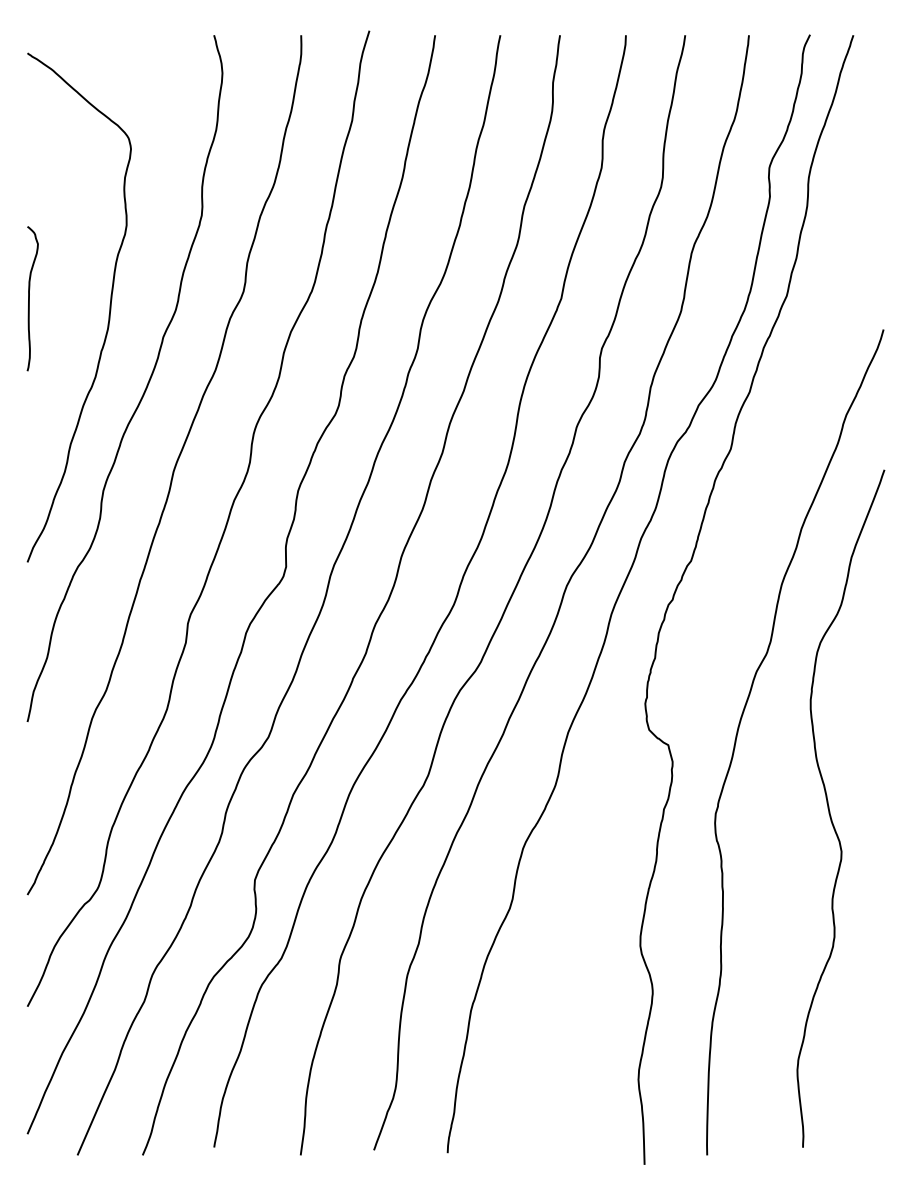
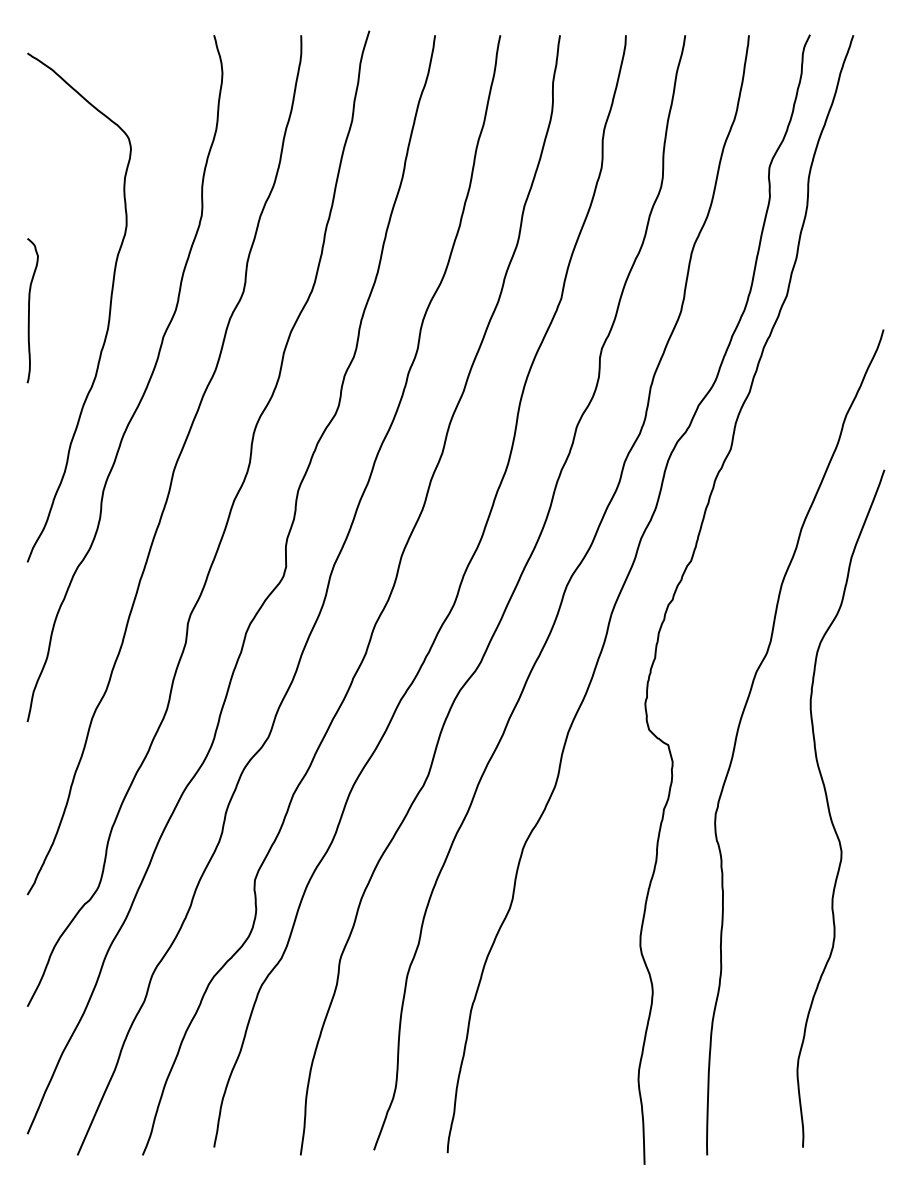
curve at (29, 298) position: (29, 298) -> (29, 310)
